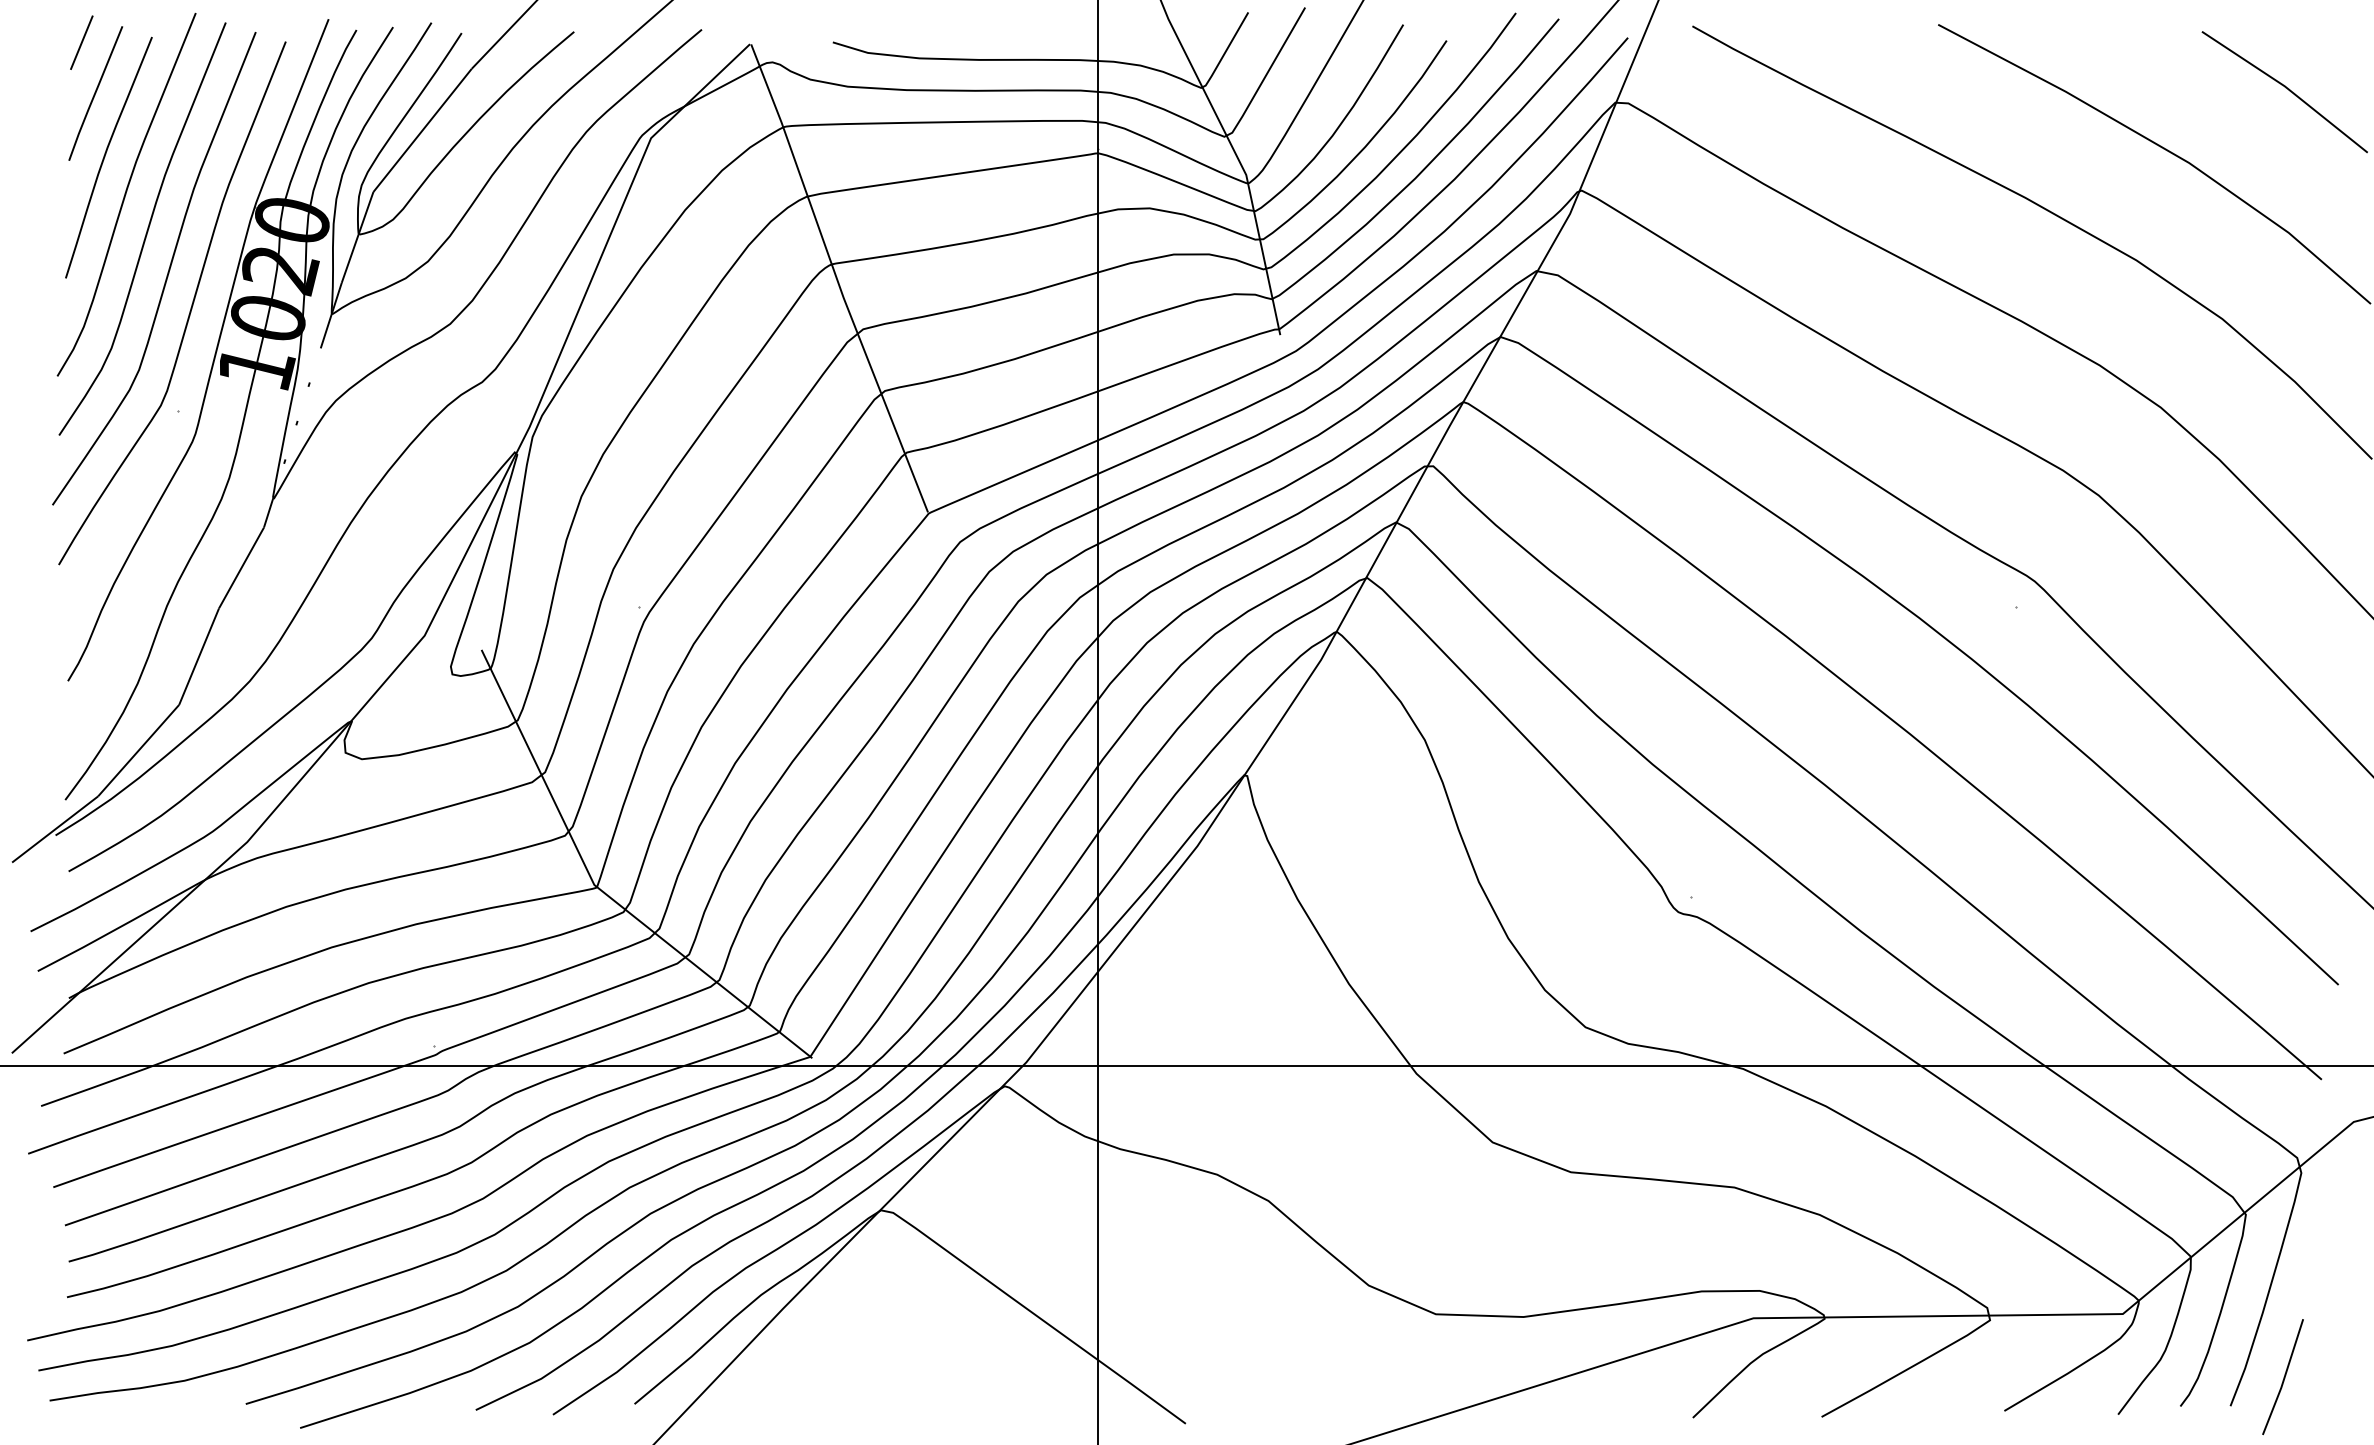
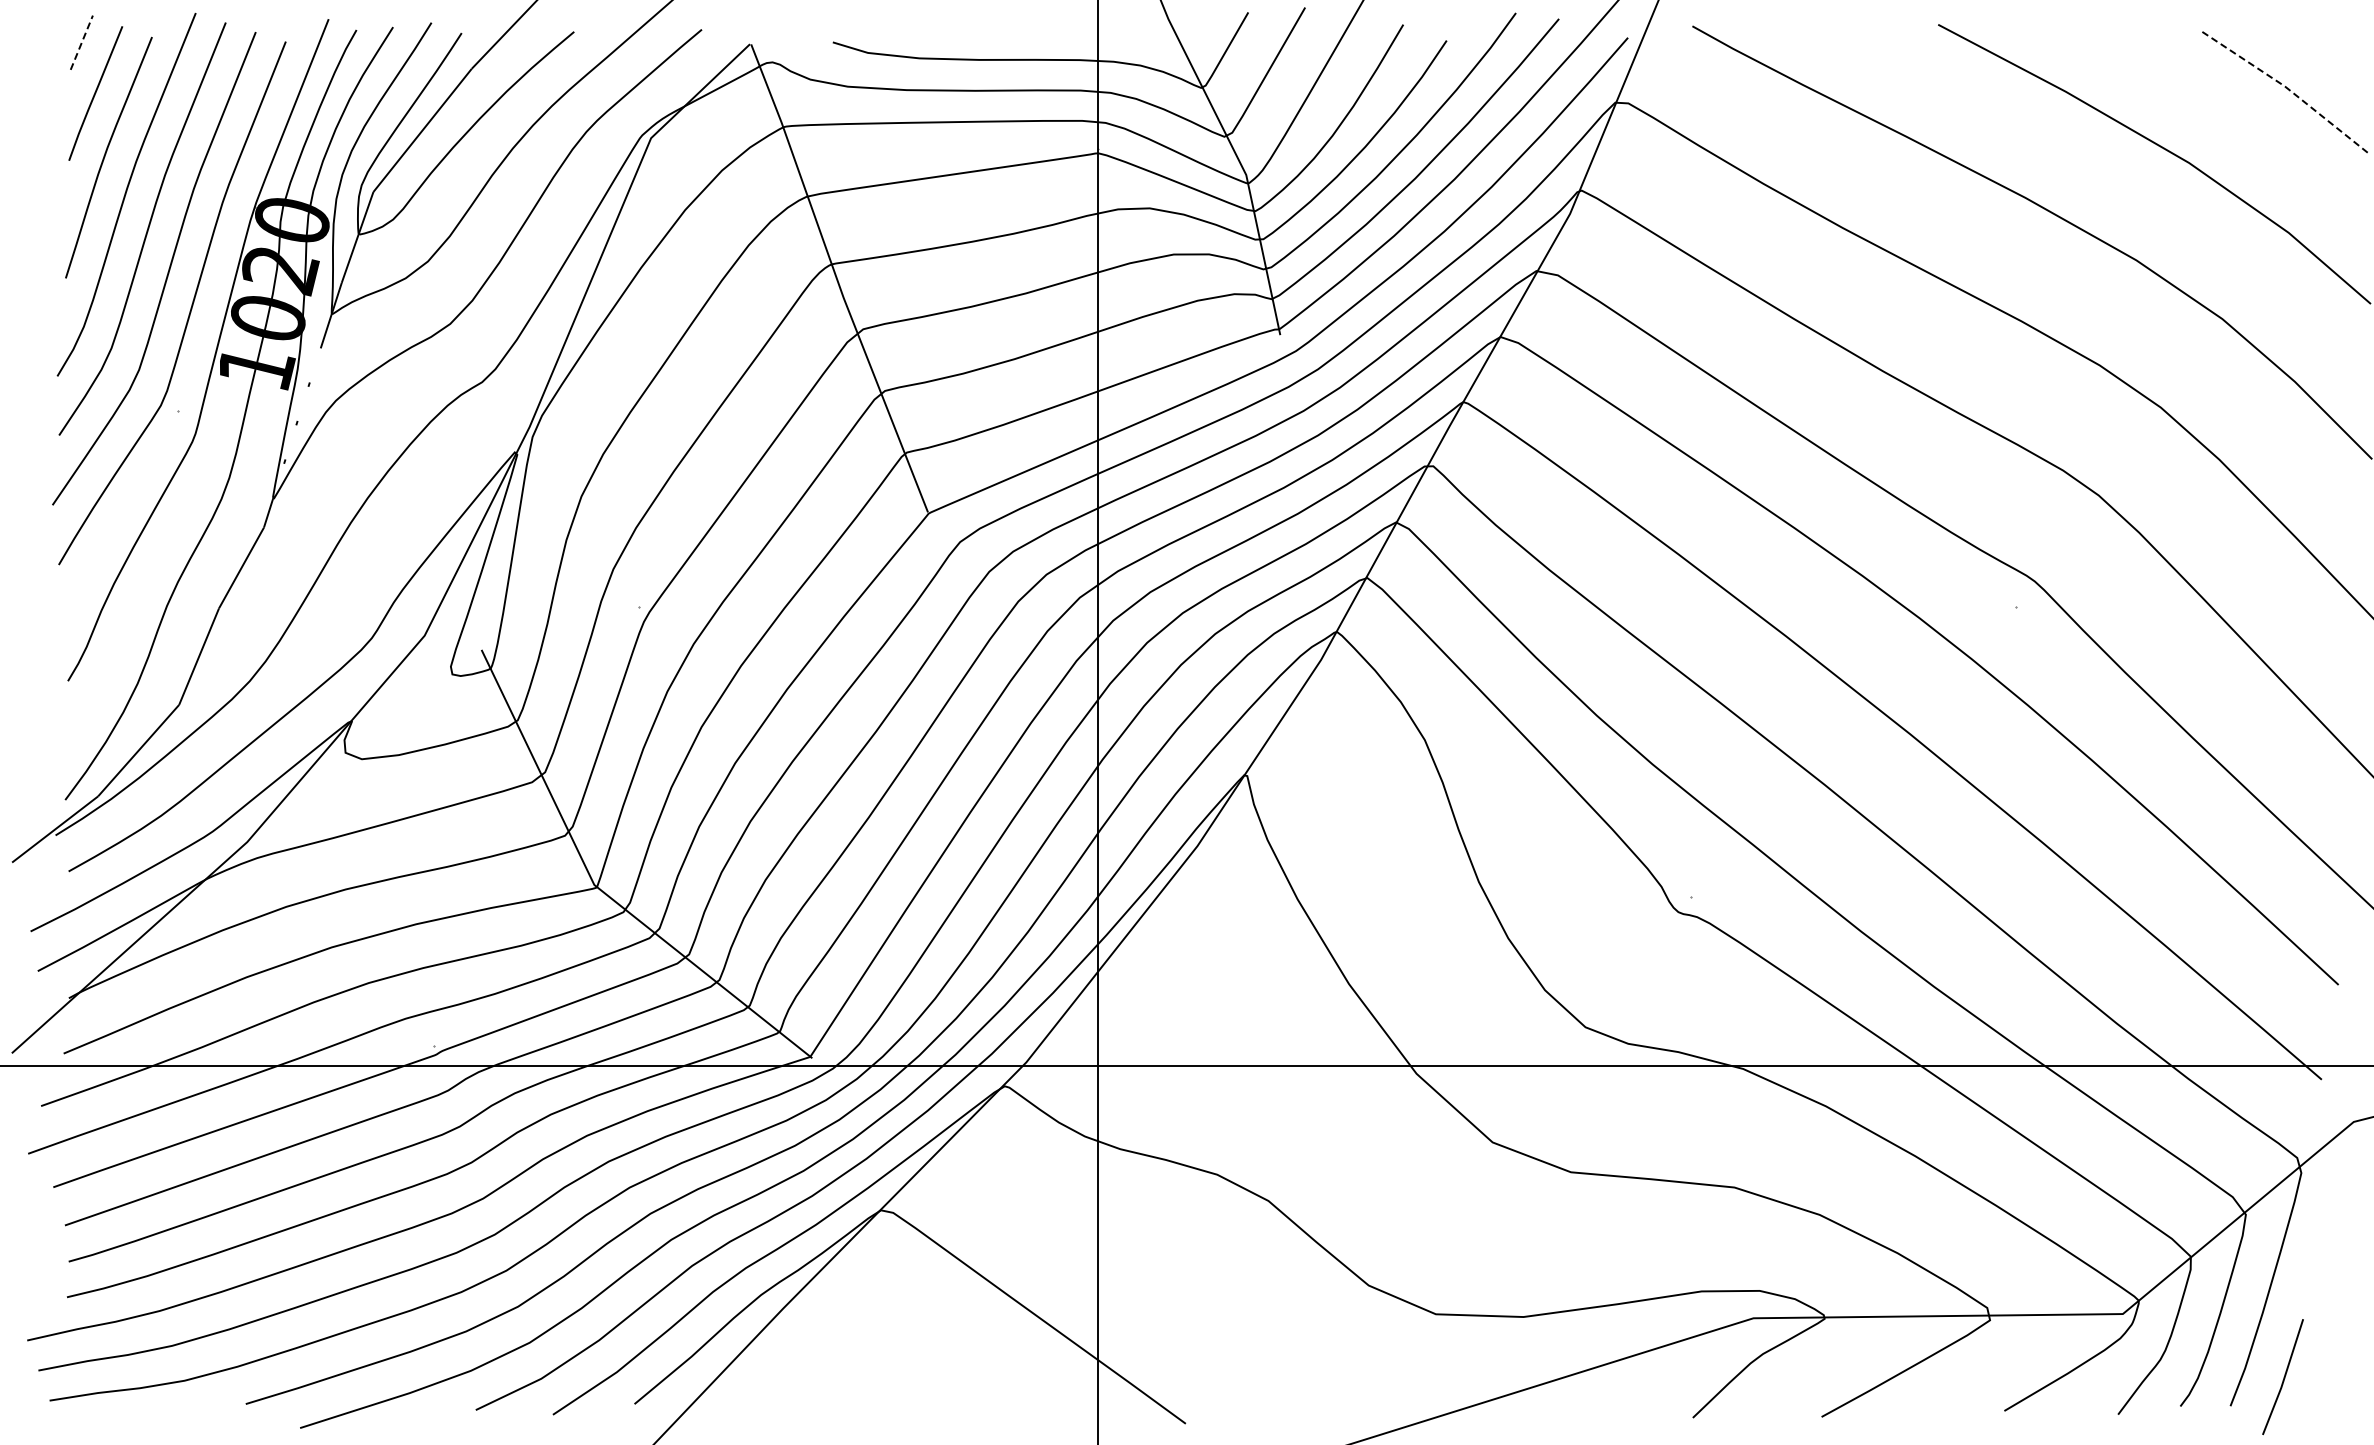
line at (82, 42): solid -> dashed
line at (2287, 88): solid -> dashed
